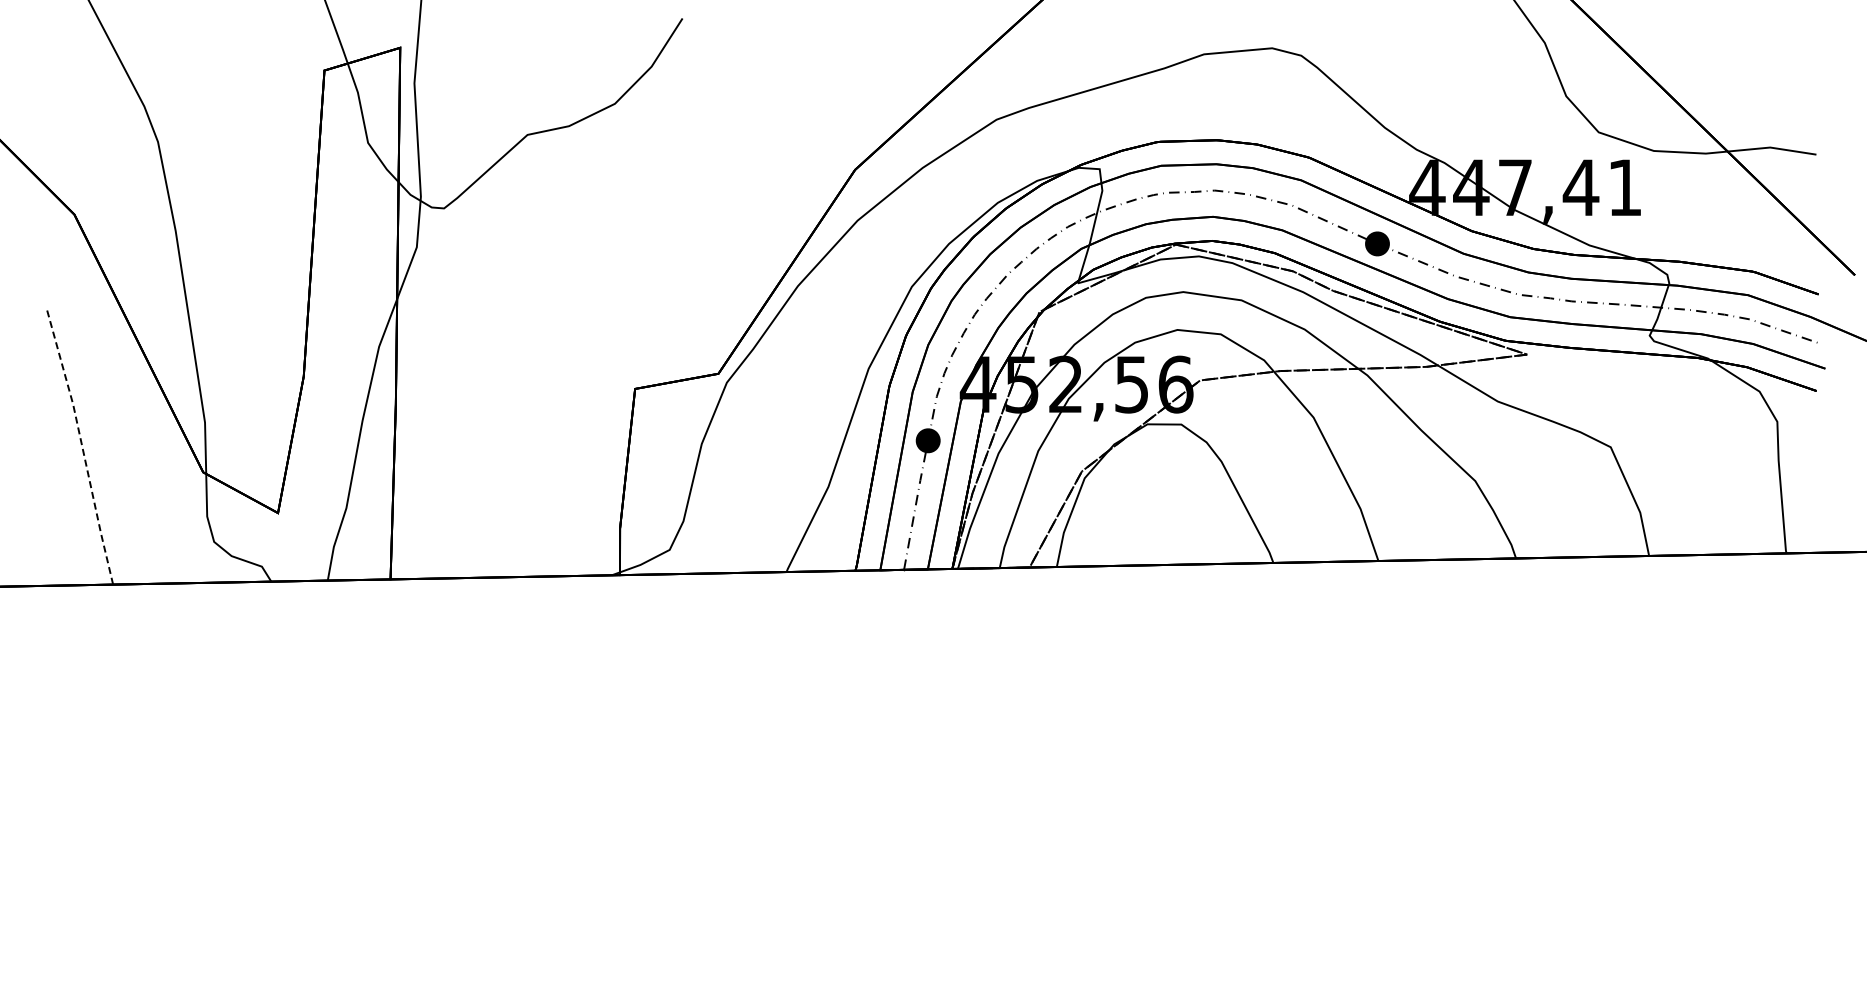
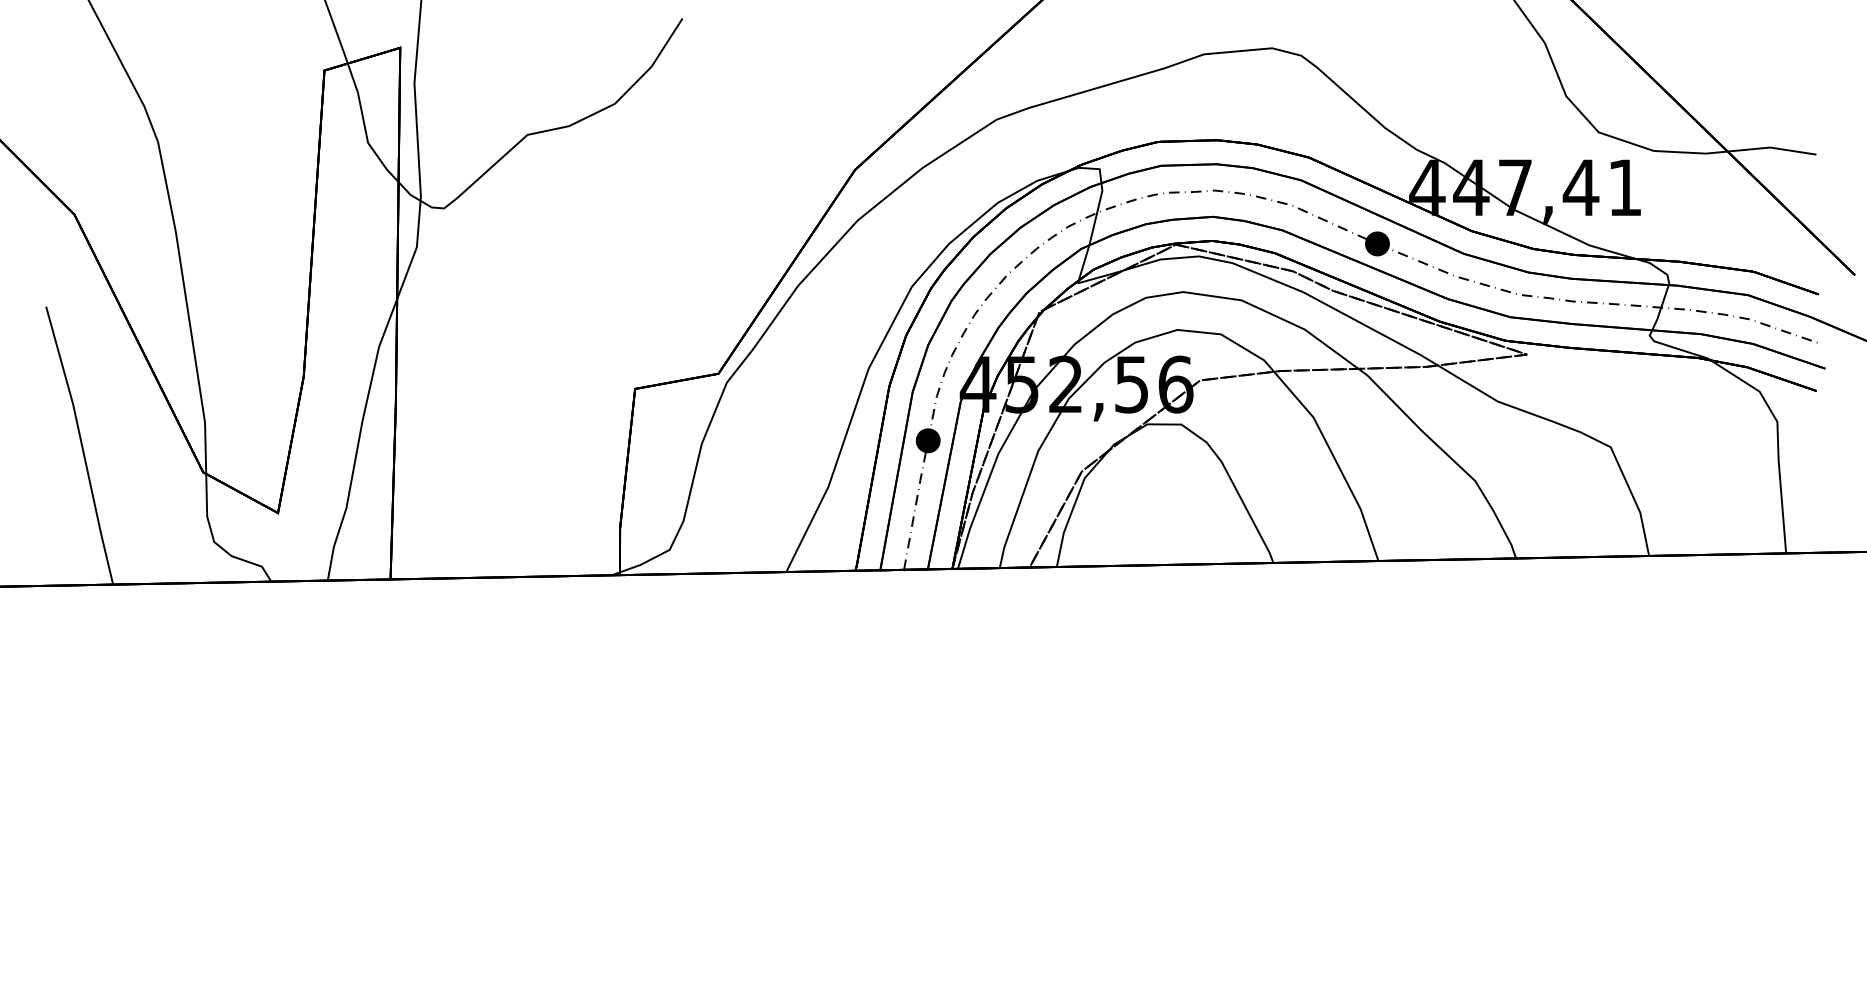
line at (81, 444): dashed -> solid
